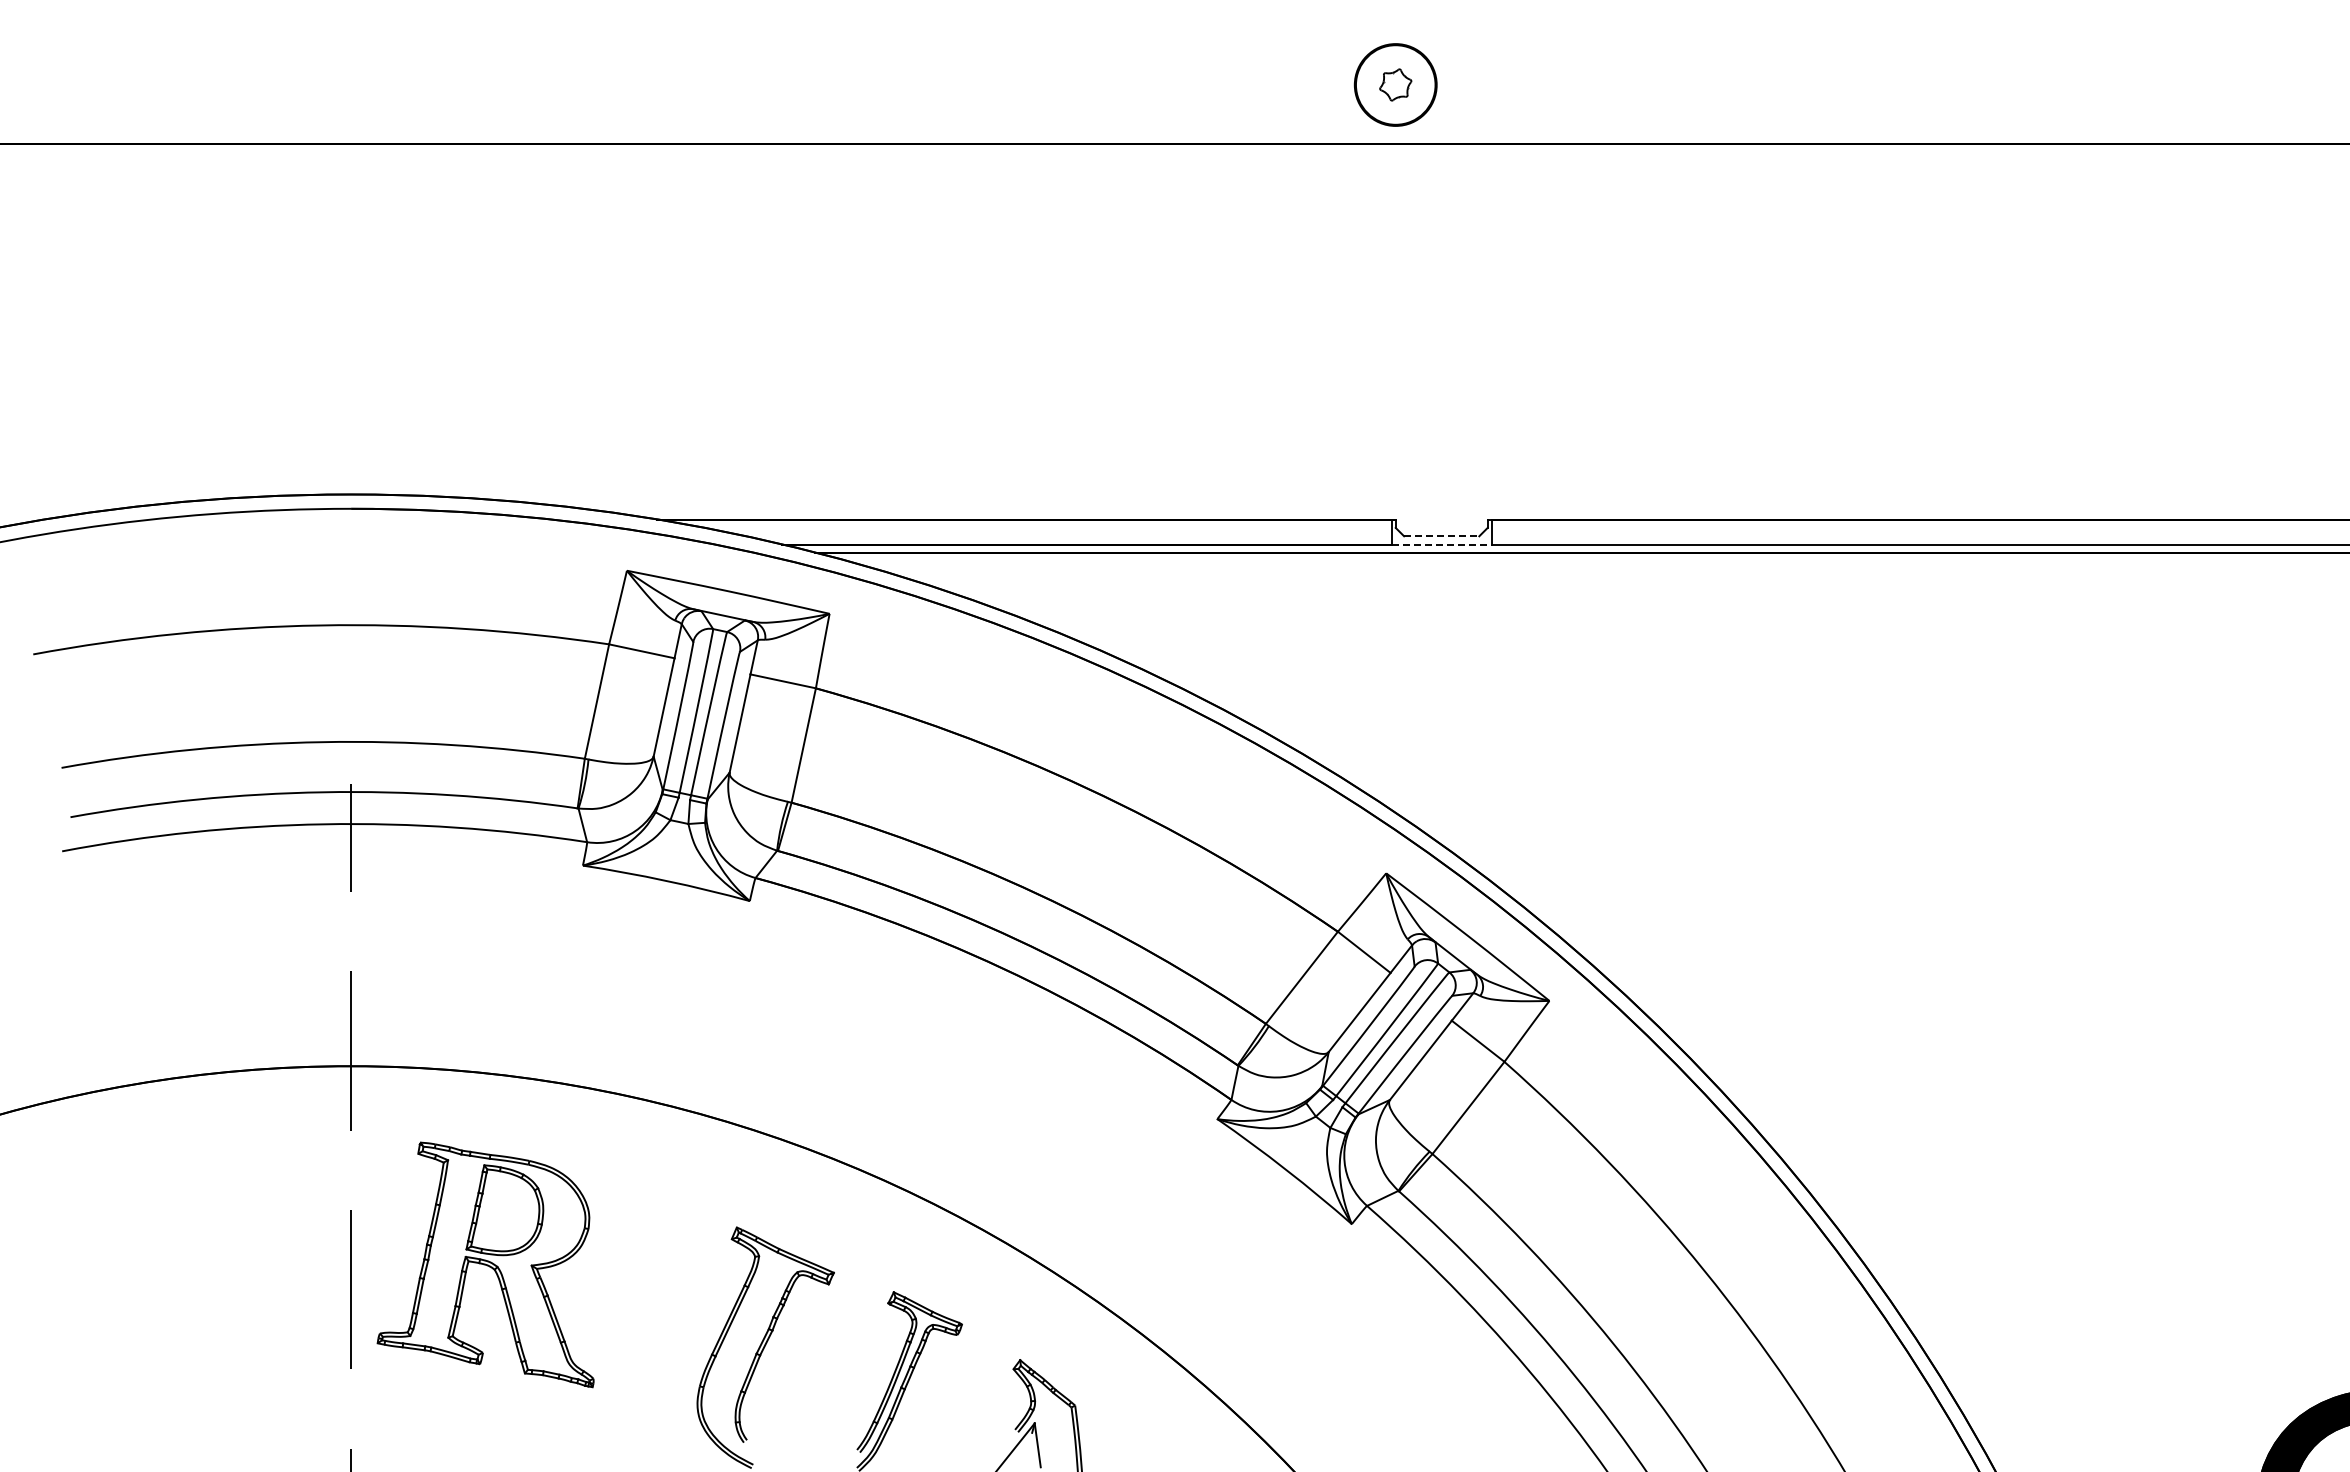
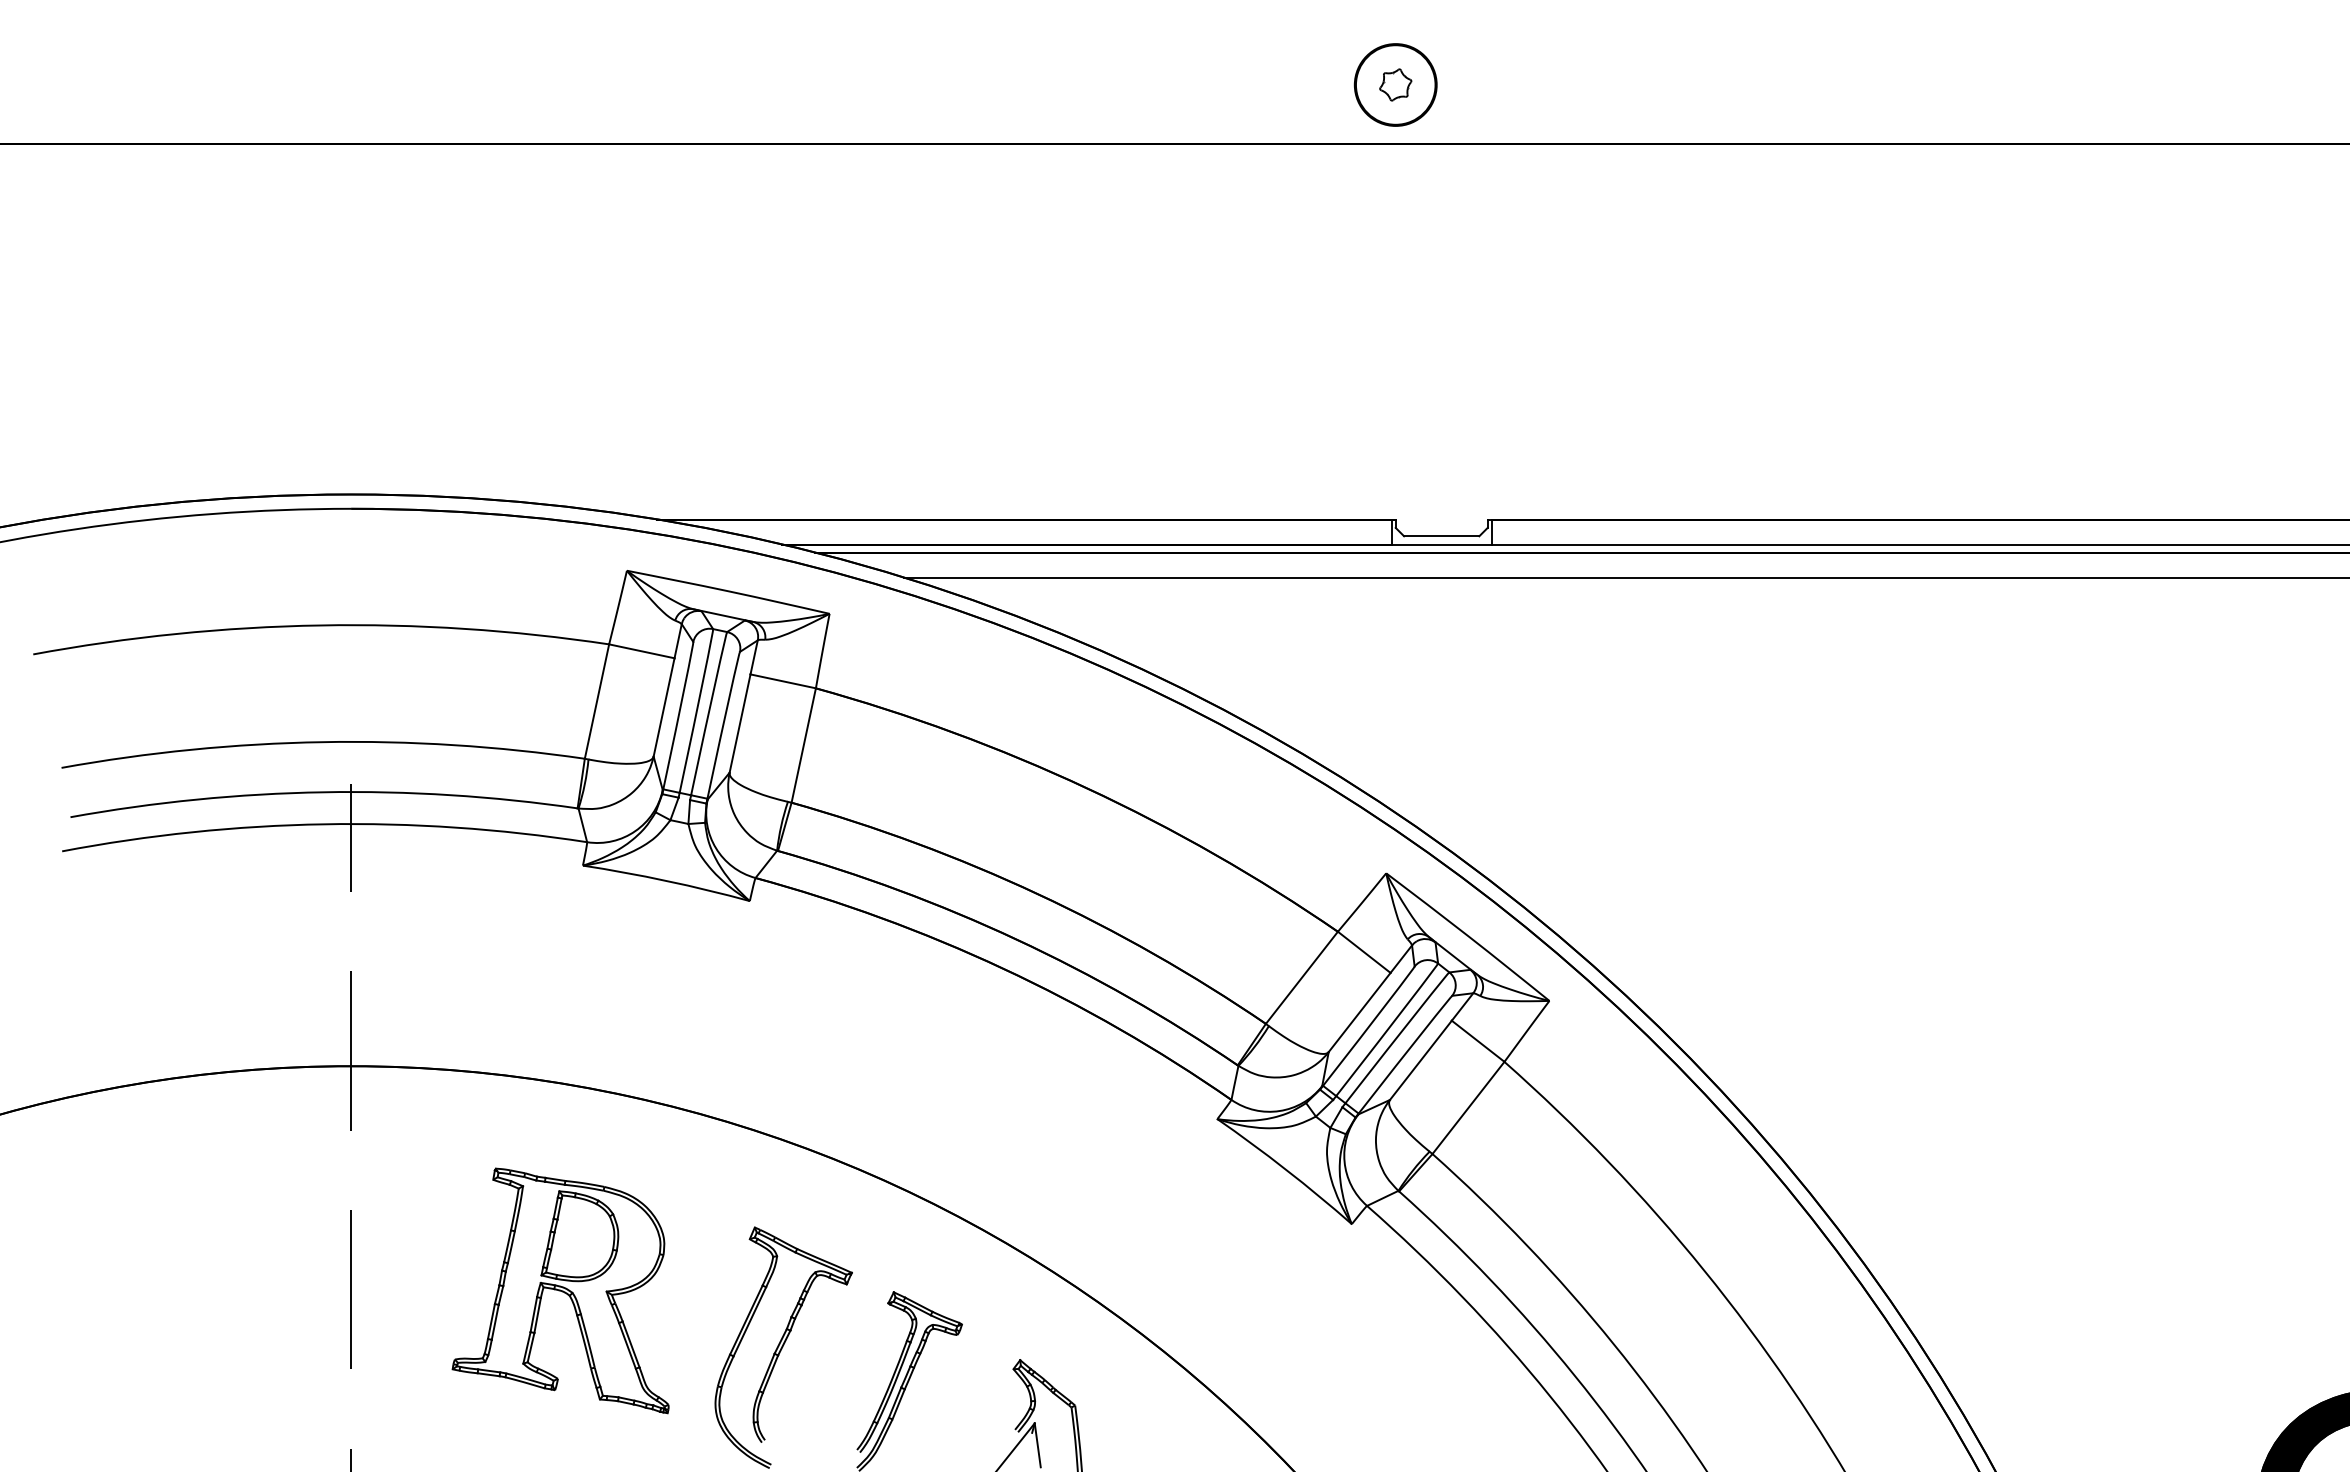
line at (1441, 536): dashed -> solid
line at (1442, 544): dashed -> solid
line at (1625, 578): none -> present
part at (485, 1264) position: (485, 1264) -> (560, 1290)
part at (765, 1347) position: (765, 1347) -> (783, 1347)
